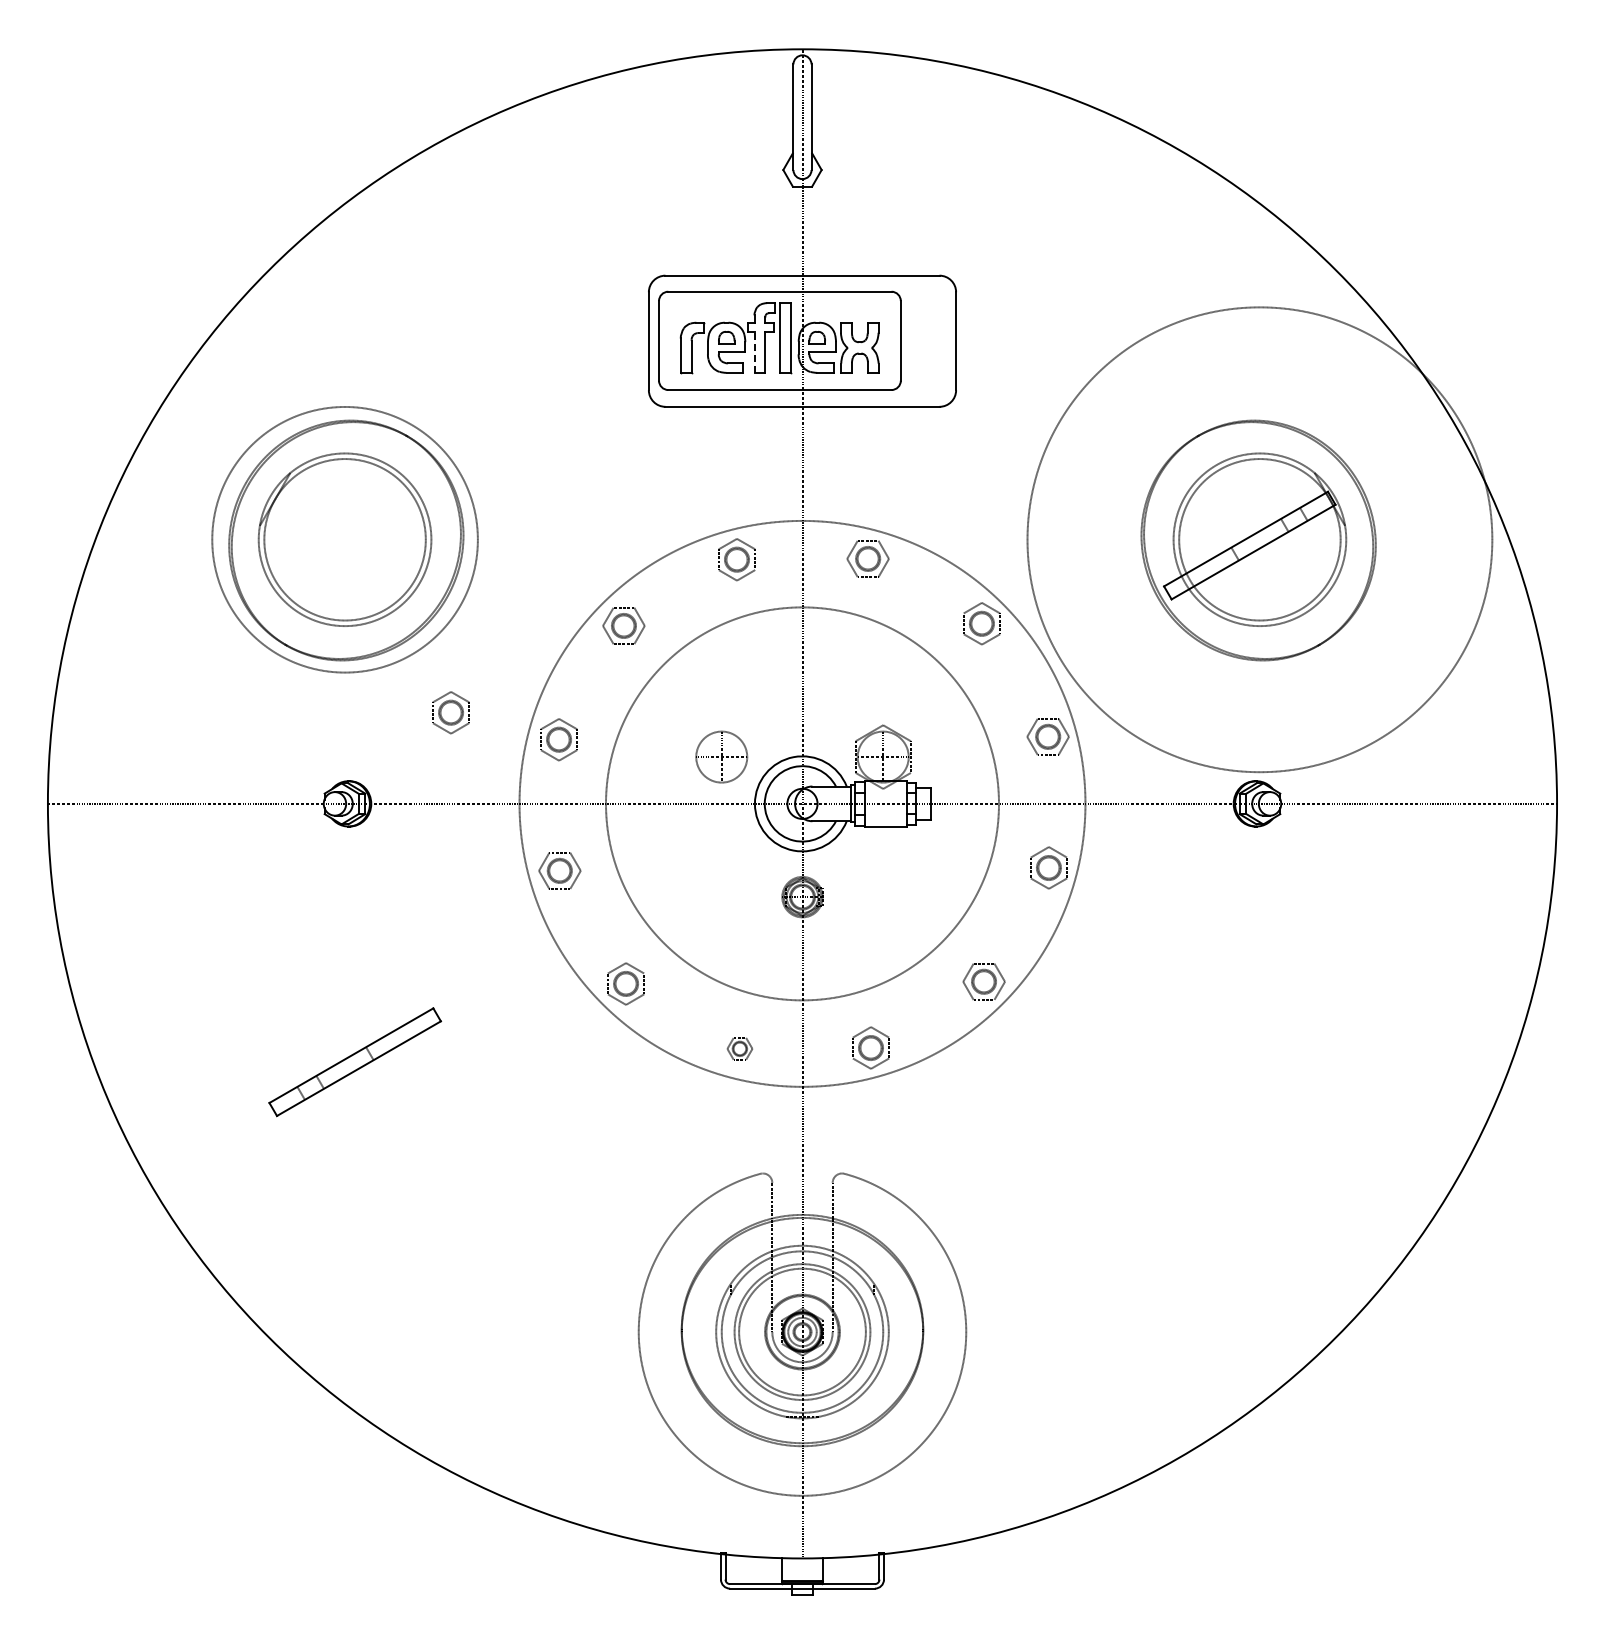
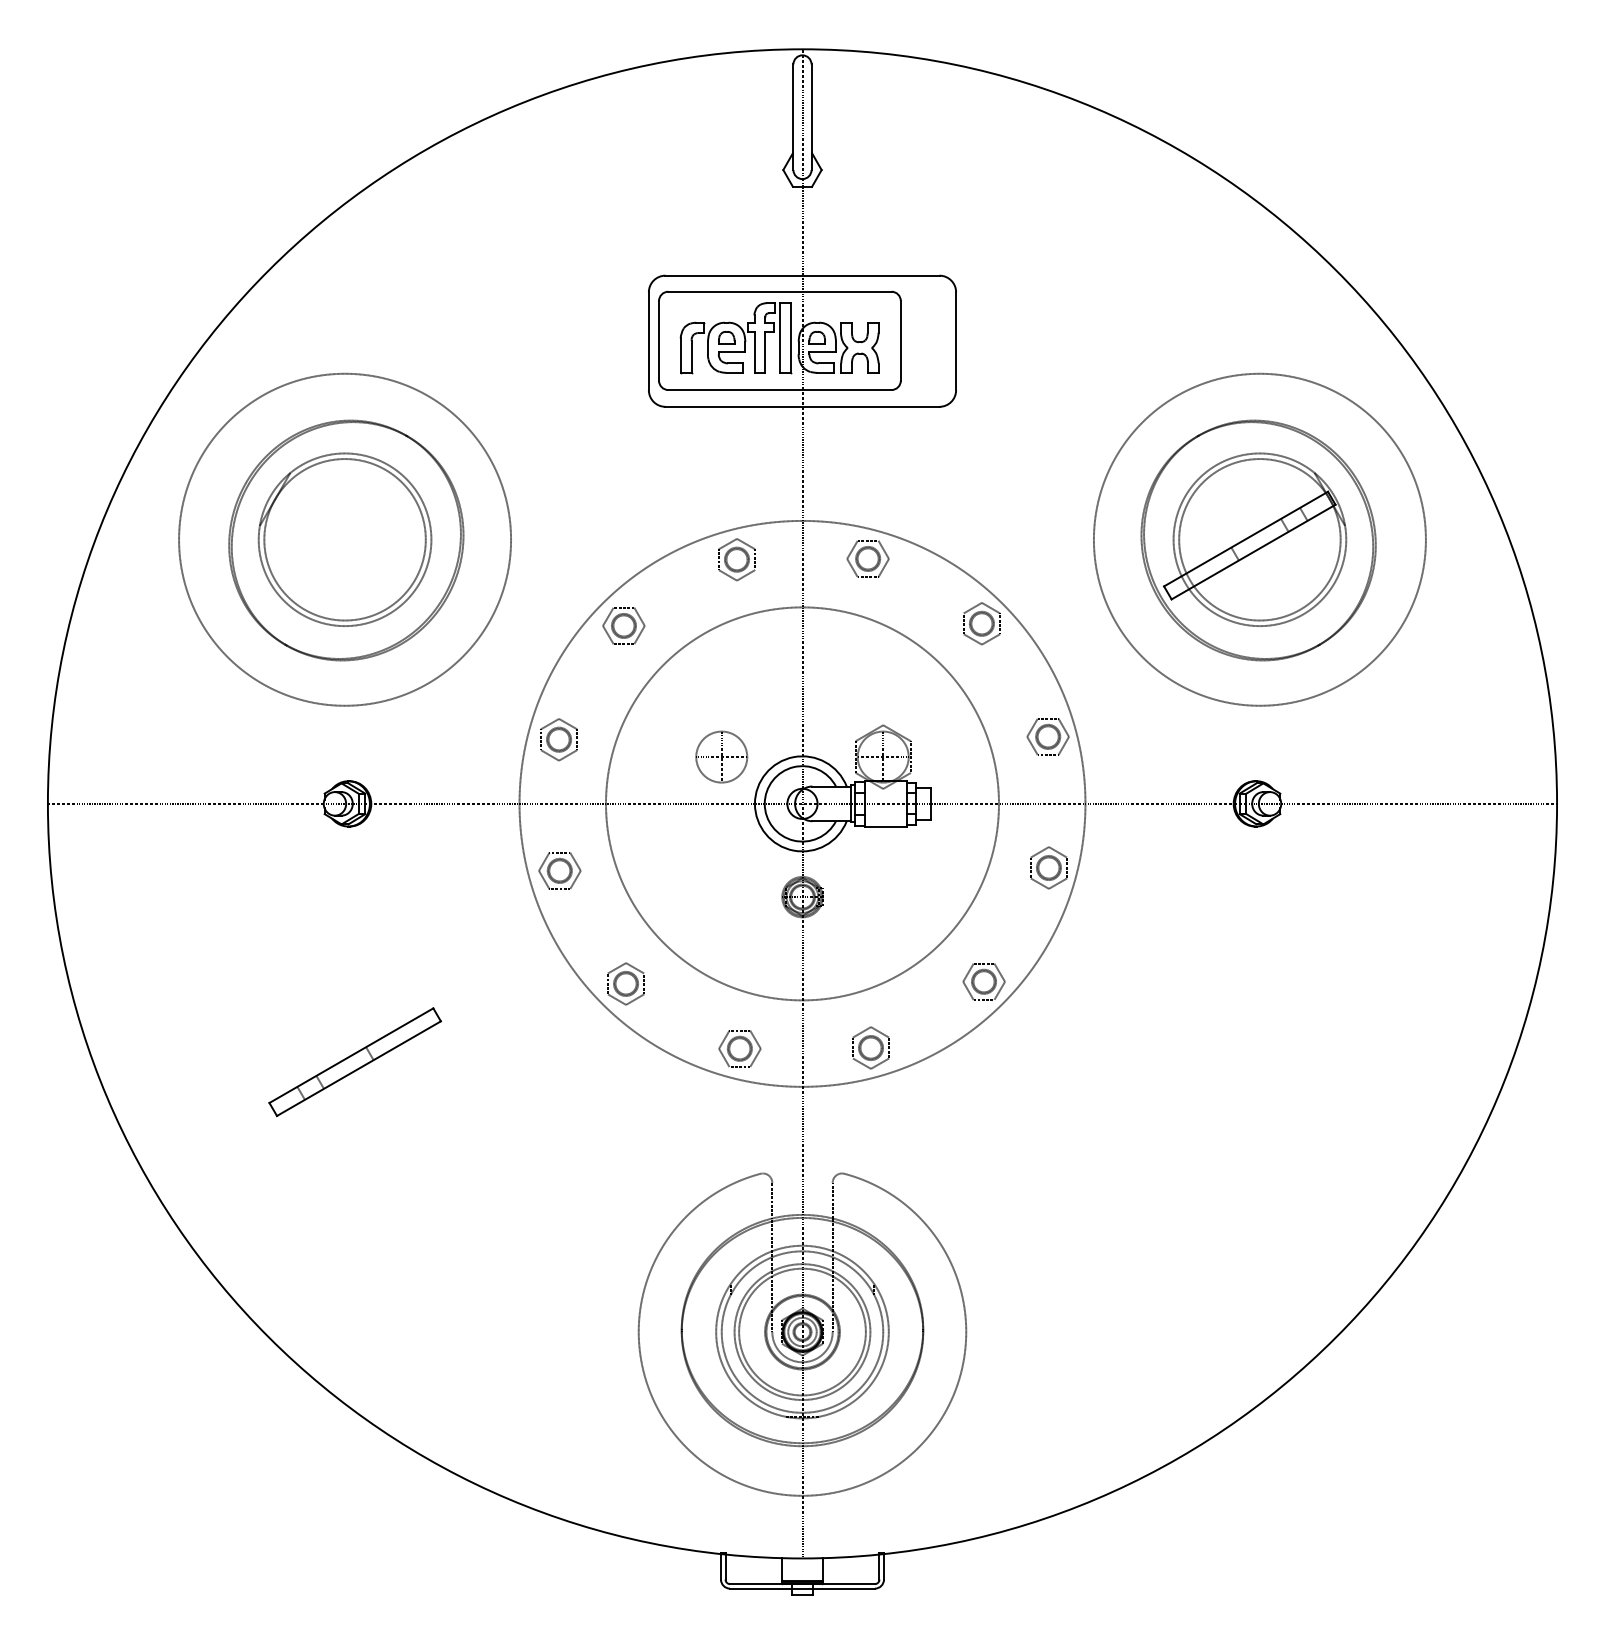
line at (754, 352): dashed -> solid
circle at (344, 539) diameter: 266 px -> 332 px
circle at (1259, 539) diameter: 465 px -> 332 px
part at (450, 712): present -> none
part at (739, 1048) size: 27x24 px -> 44x38 px
